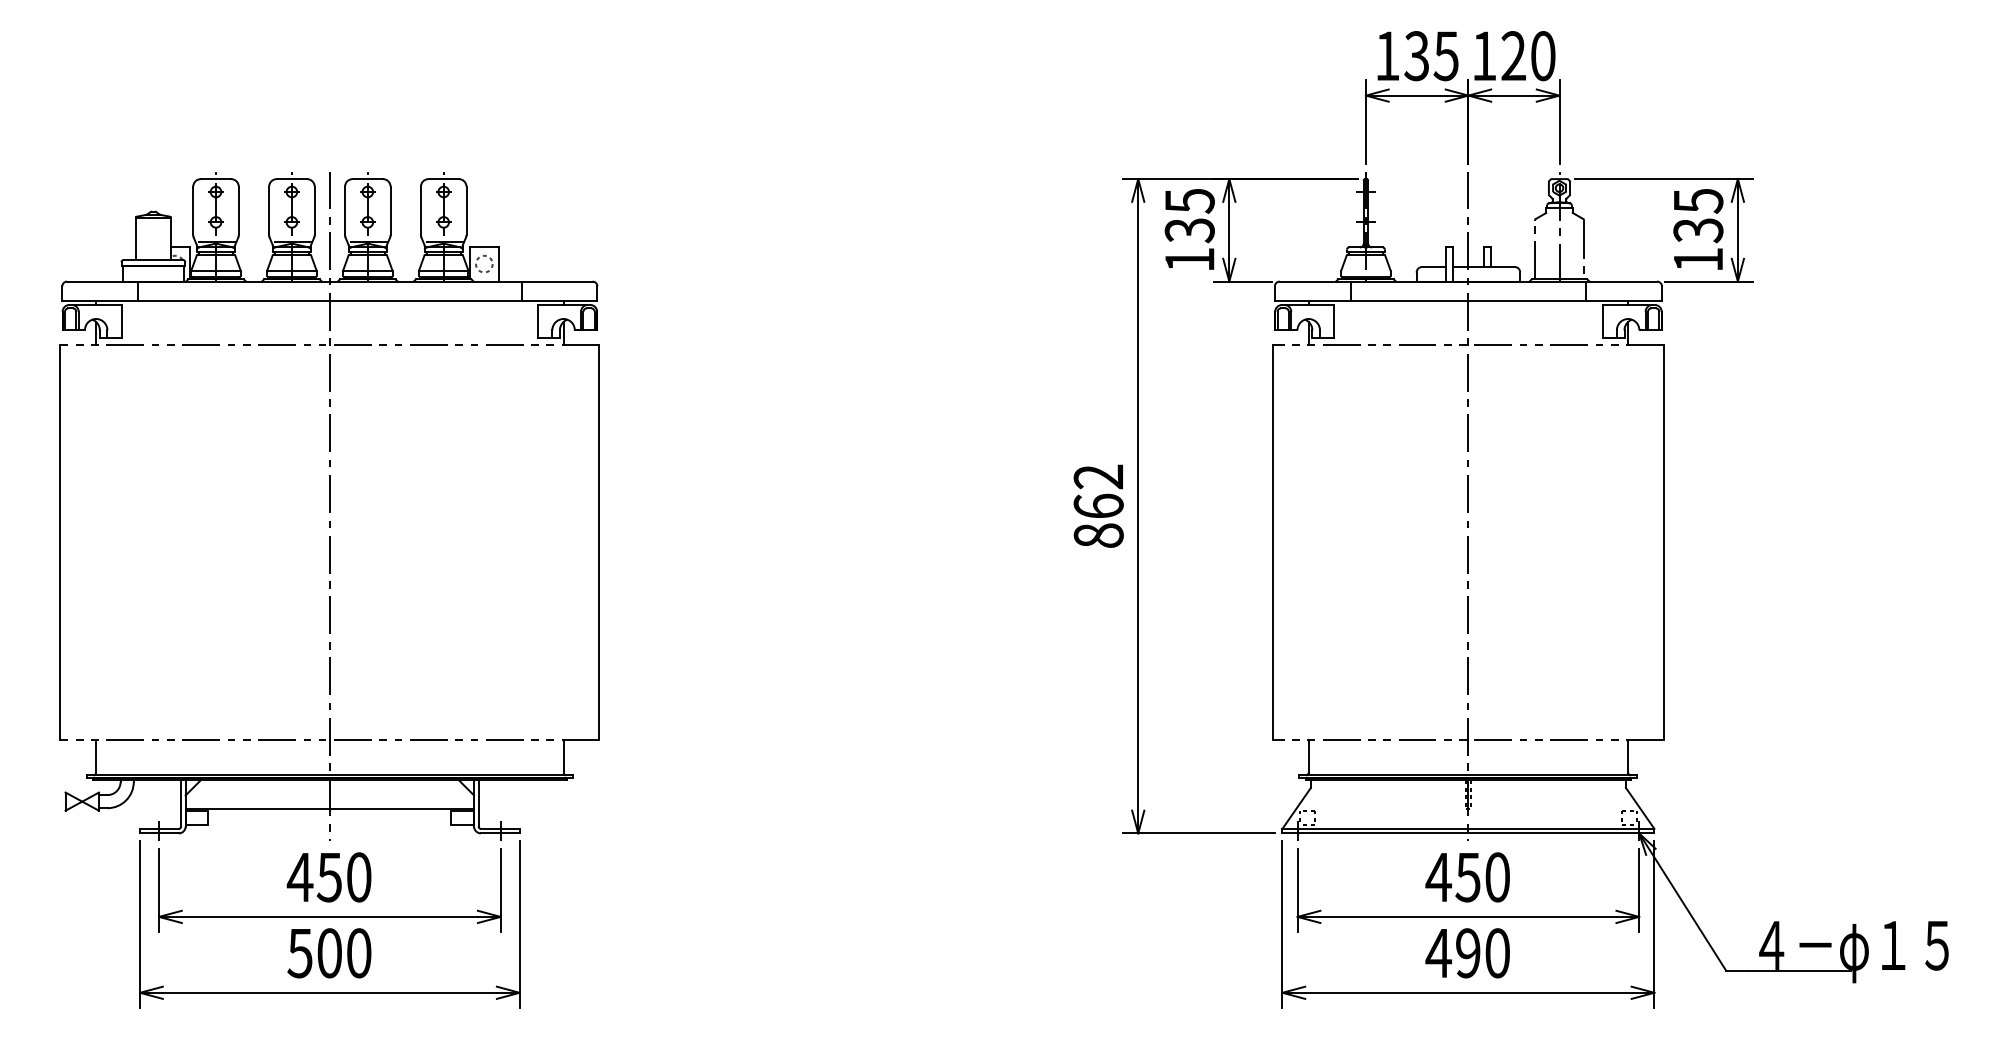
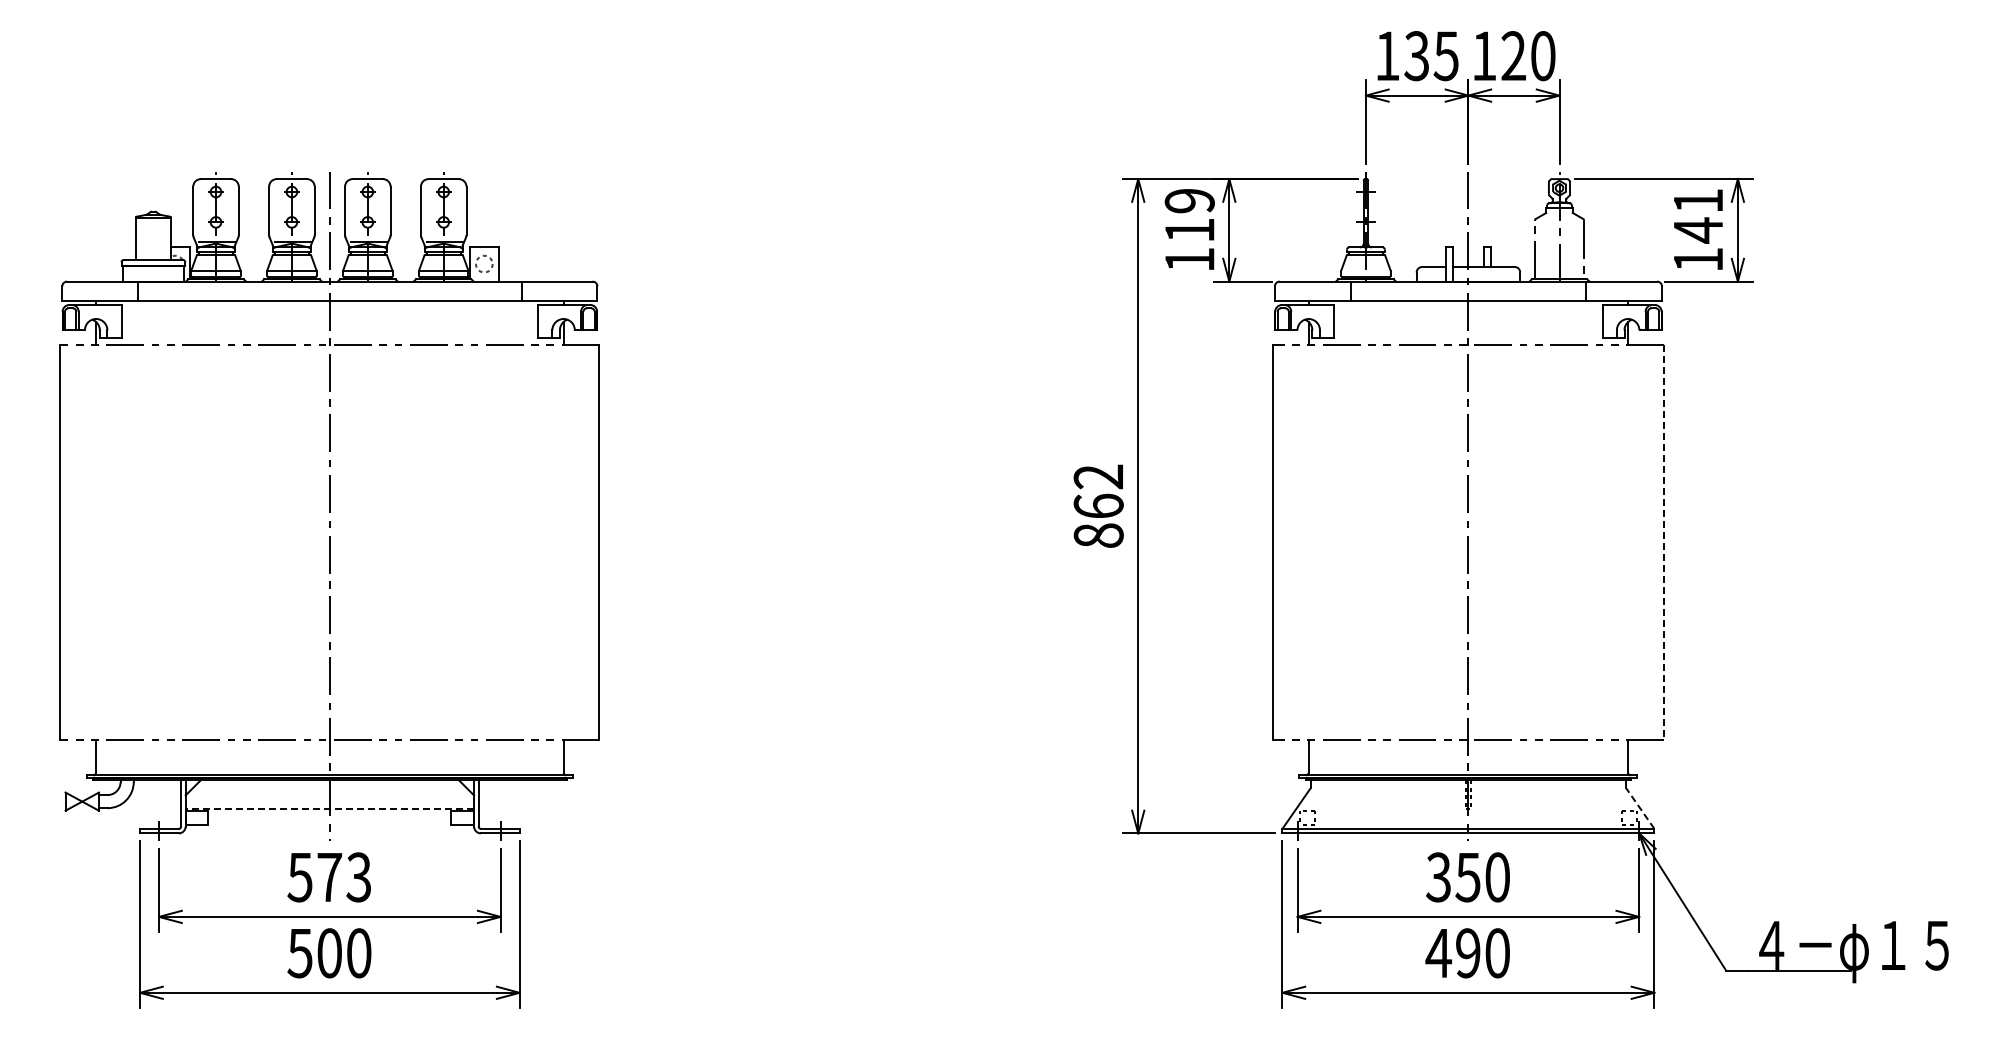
text at (1189, 216): 135 -> 119
text at (1698, 216): 135 -> 141
line at (1664, 543): solid -> dashed
line at (1640, 808): solid -> dashed
line at (329, 809): solid -> dashed
text at (328, 877): 450 -> 573
text at (1438, 877): 450 -> 350
